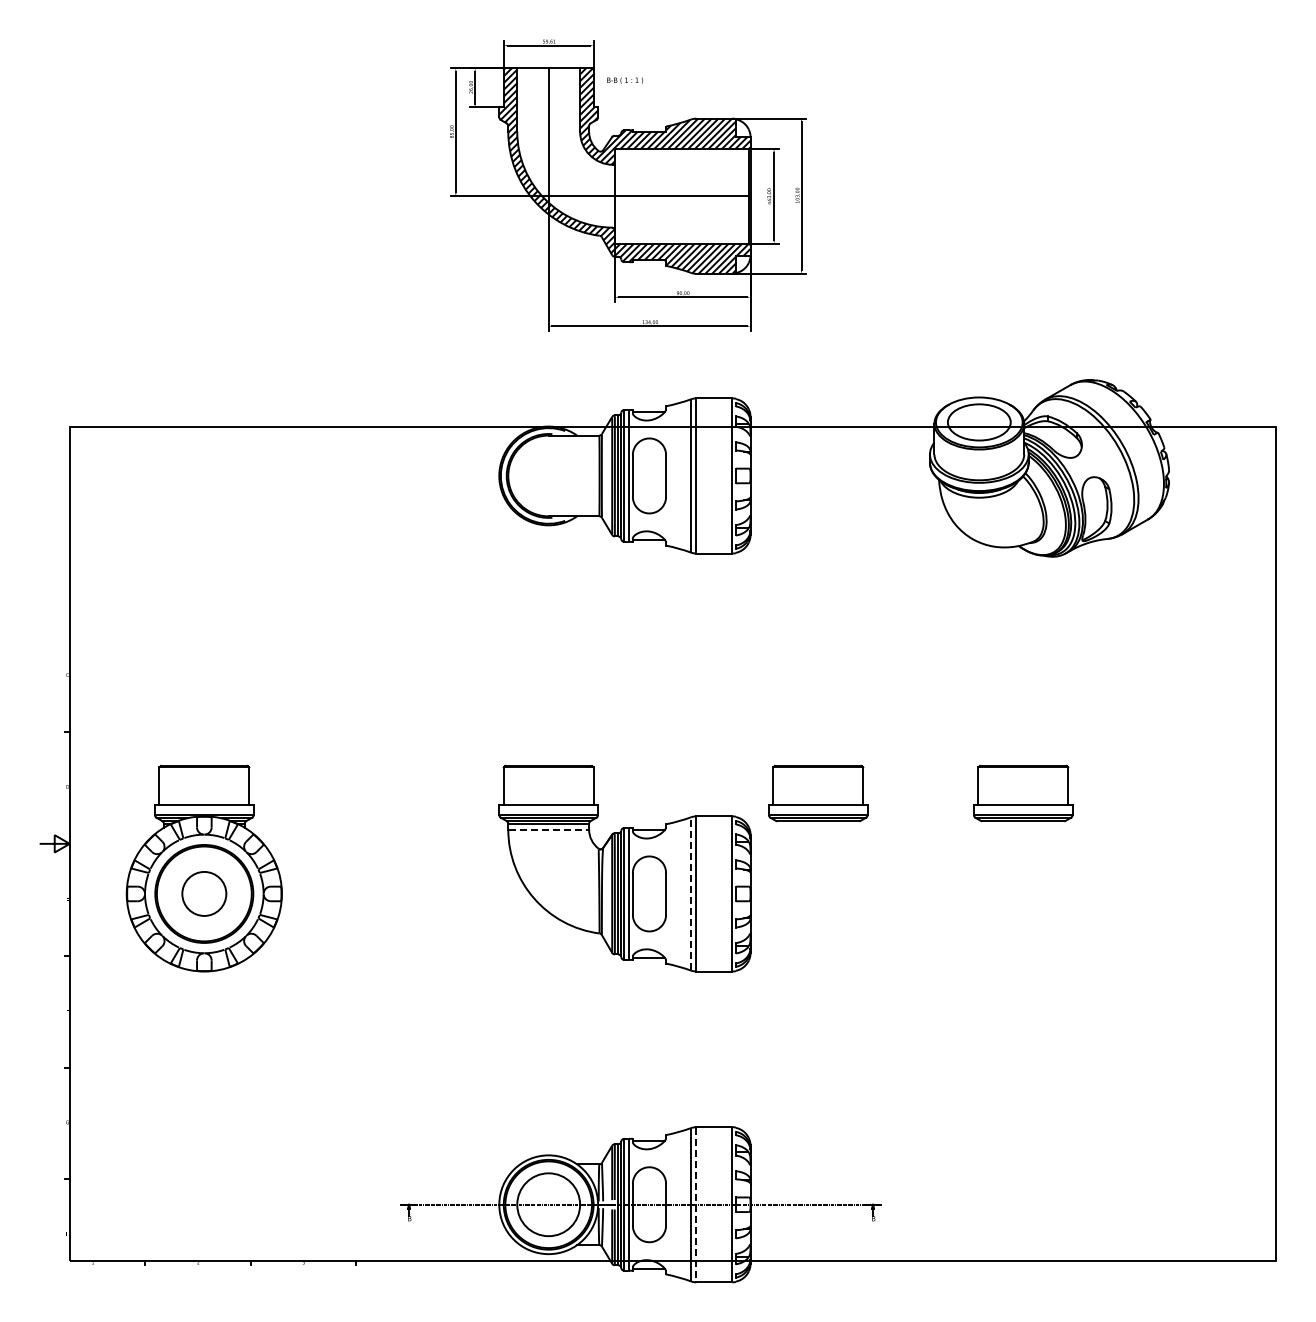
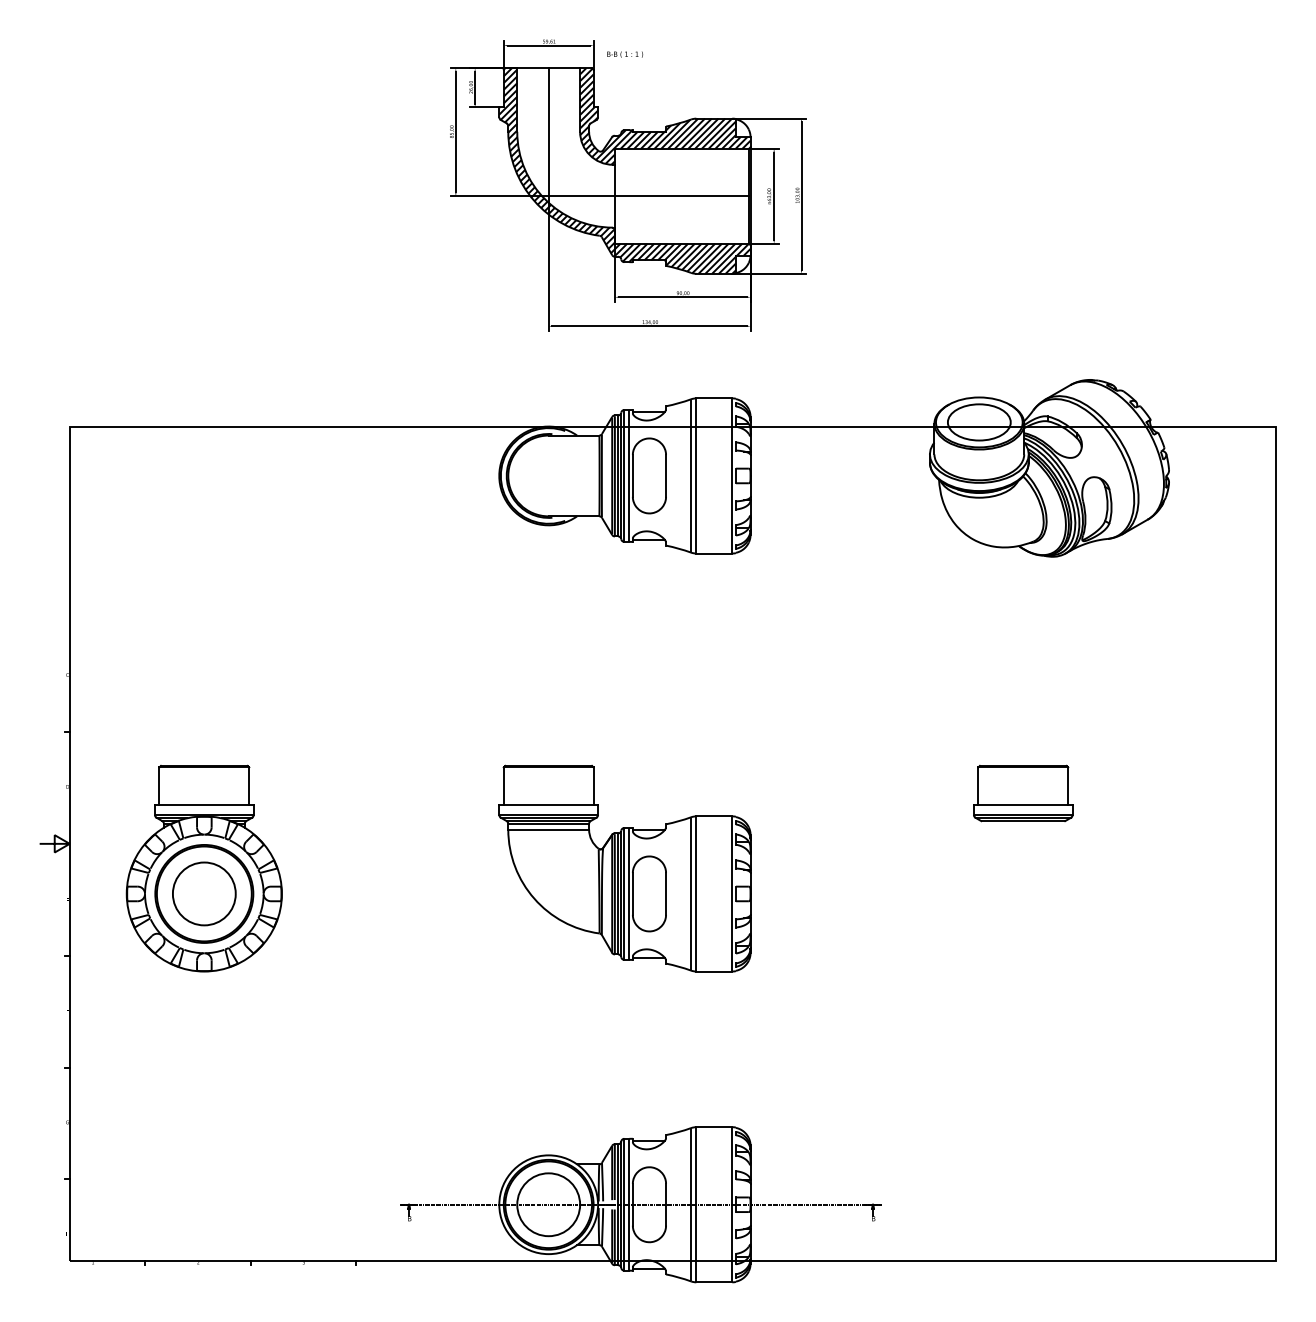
text at (625, 80) position: (625, 80) -> (625, 54)
part at (818, 793): present -> none
line at (548, 829): dashed -> solid
circle at (204, 893) diameter: 44 px -> 63 px
line at (691, 893): dashed -> solid
line at (696, 1204): dashed -> solid
